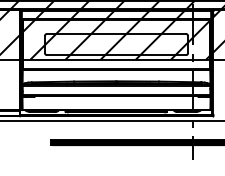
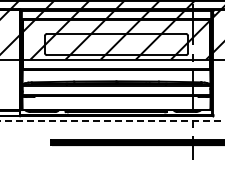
line at (112, 120): solid -> dashed
